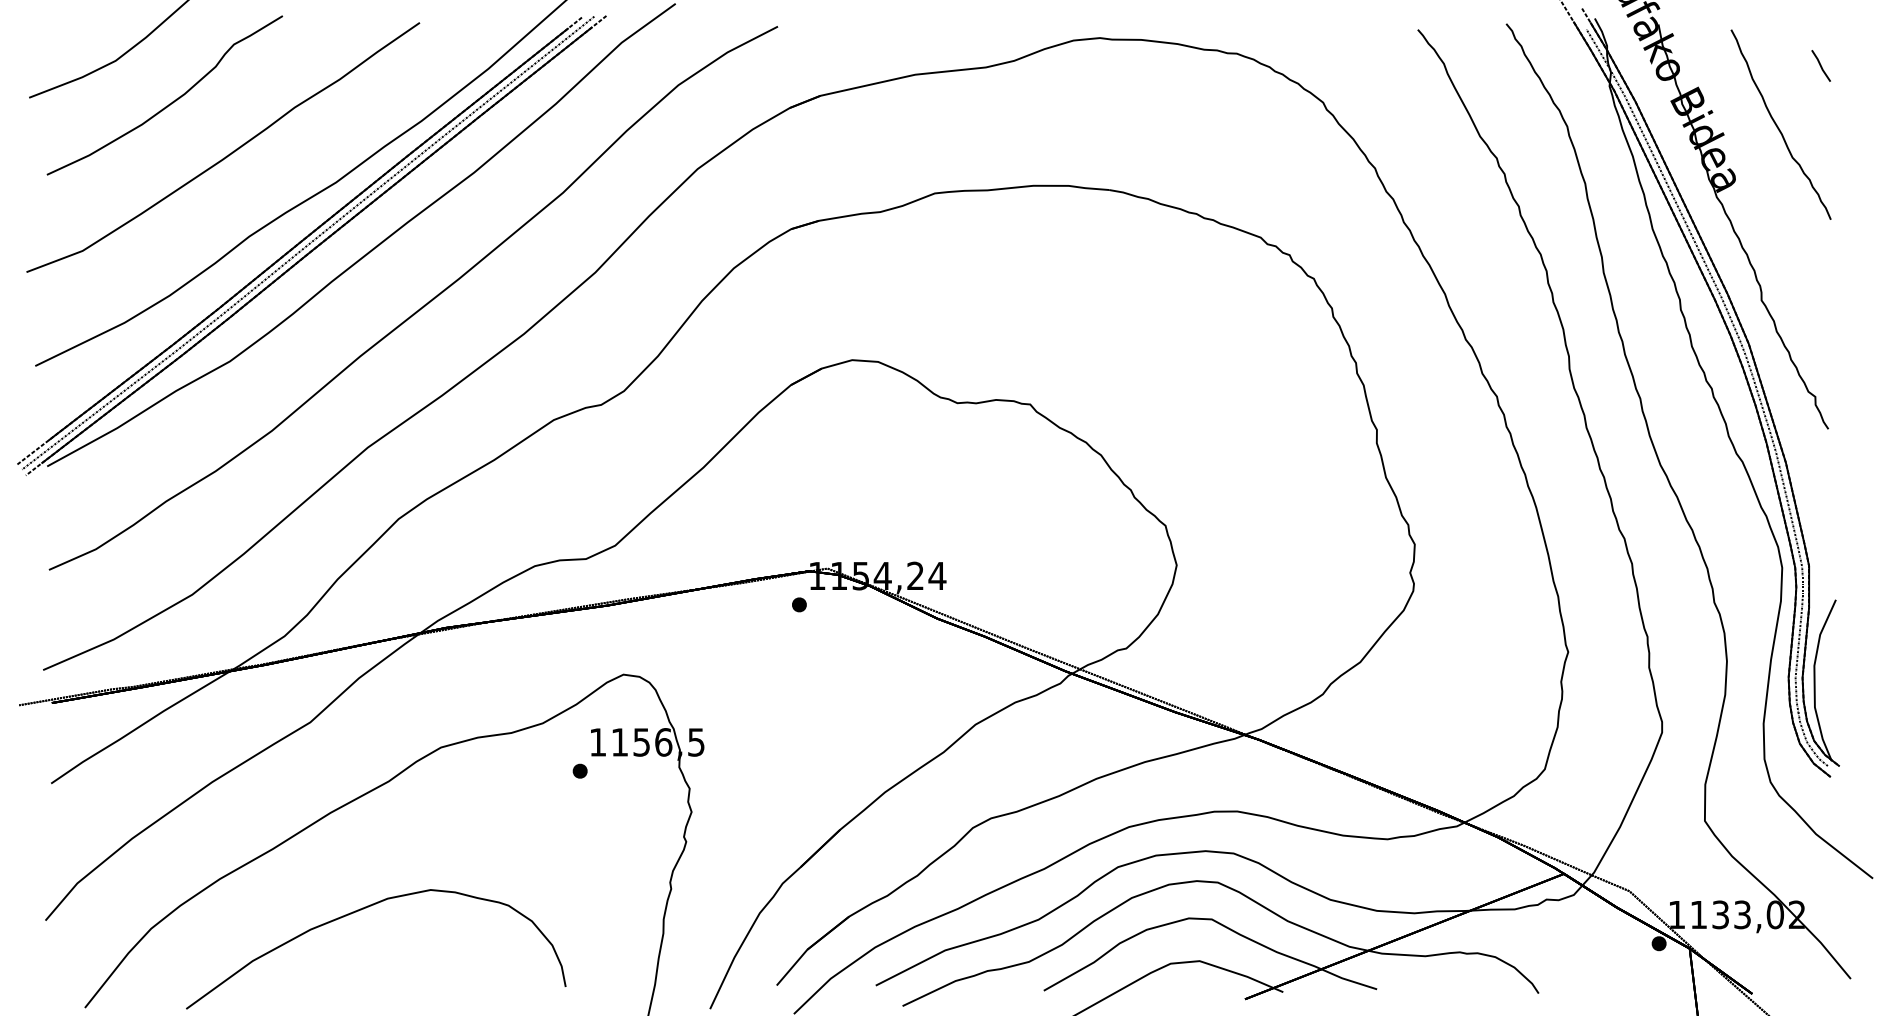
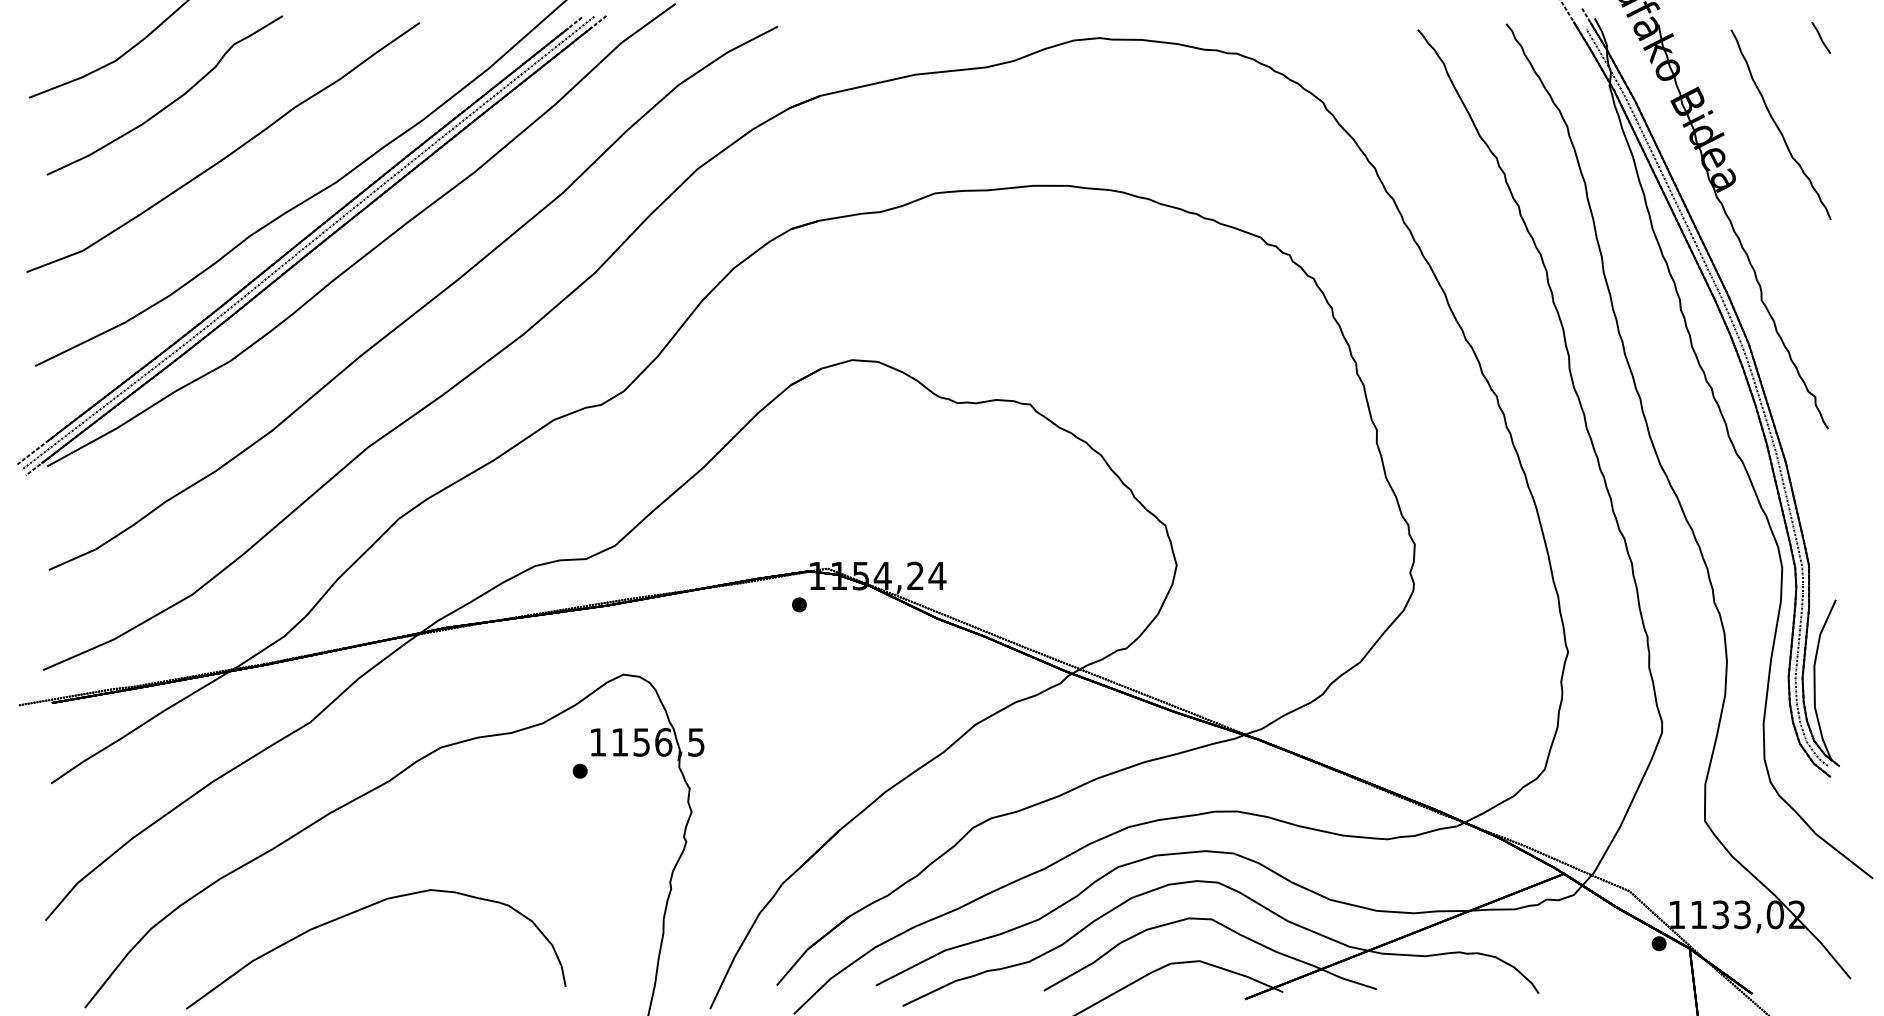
line at (1820, 65) position: (1820, 65) -> (1820, 37)
